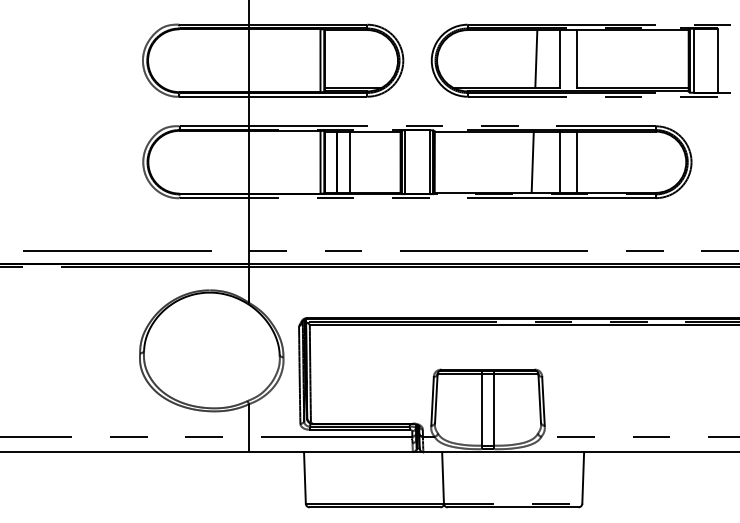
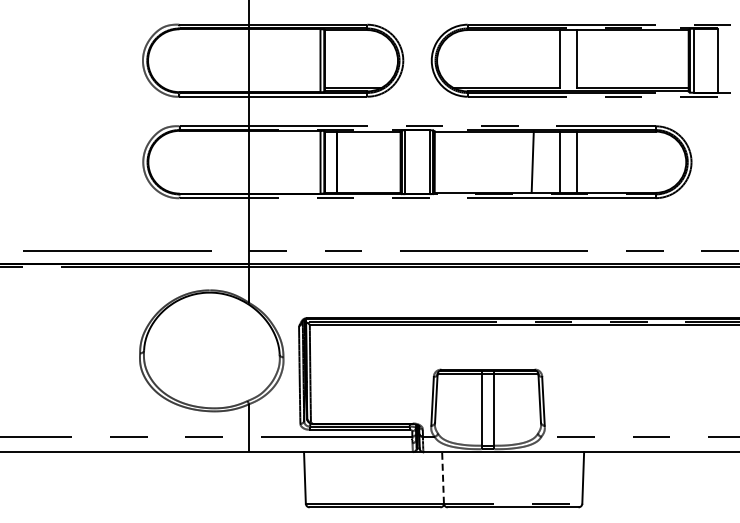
line at (536, 58): present -> none
line at (349, 161): present -> none
line at (443, 477): solid -> dashed
